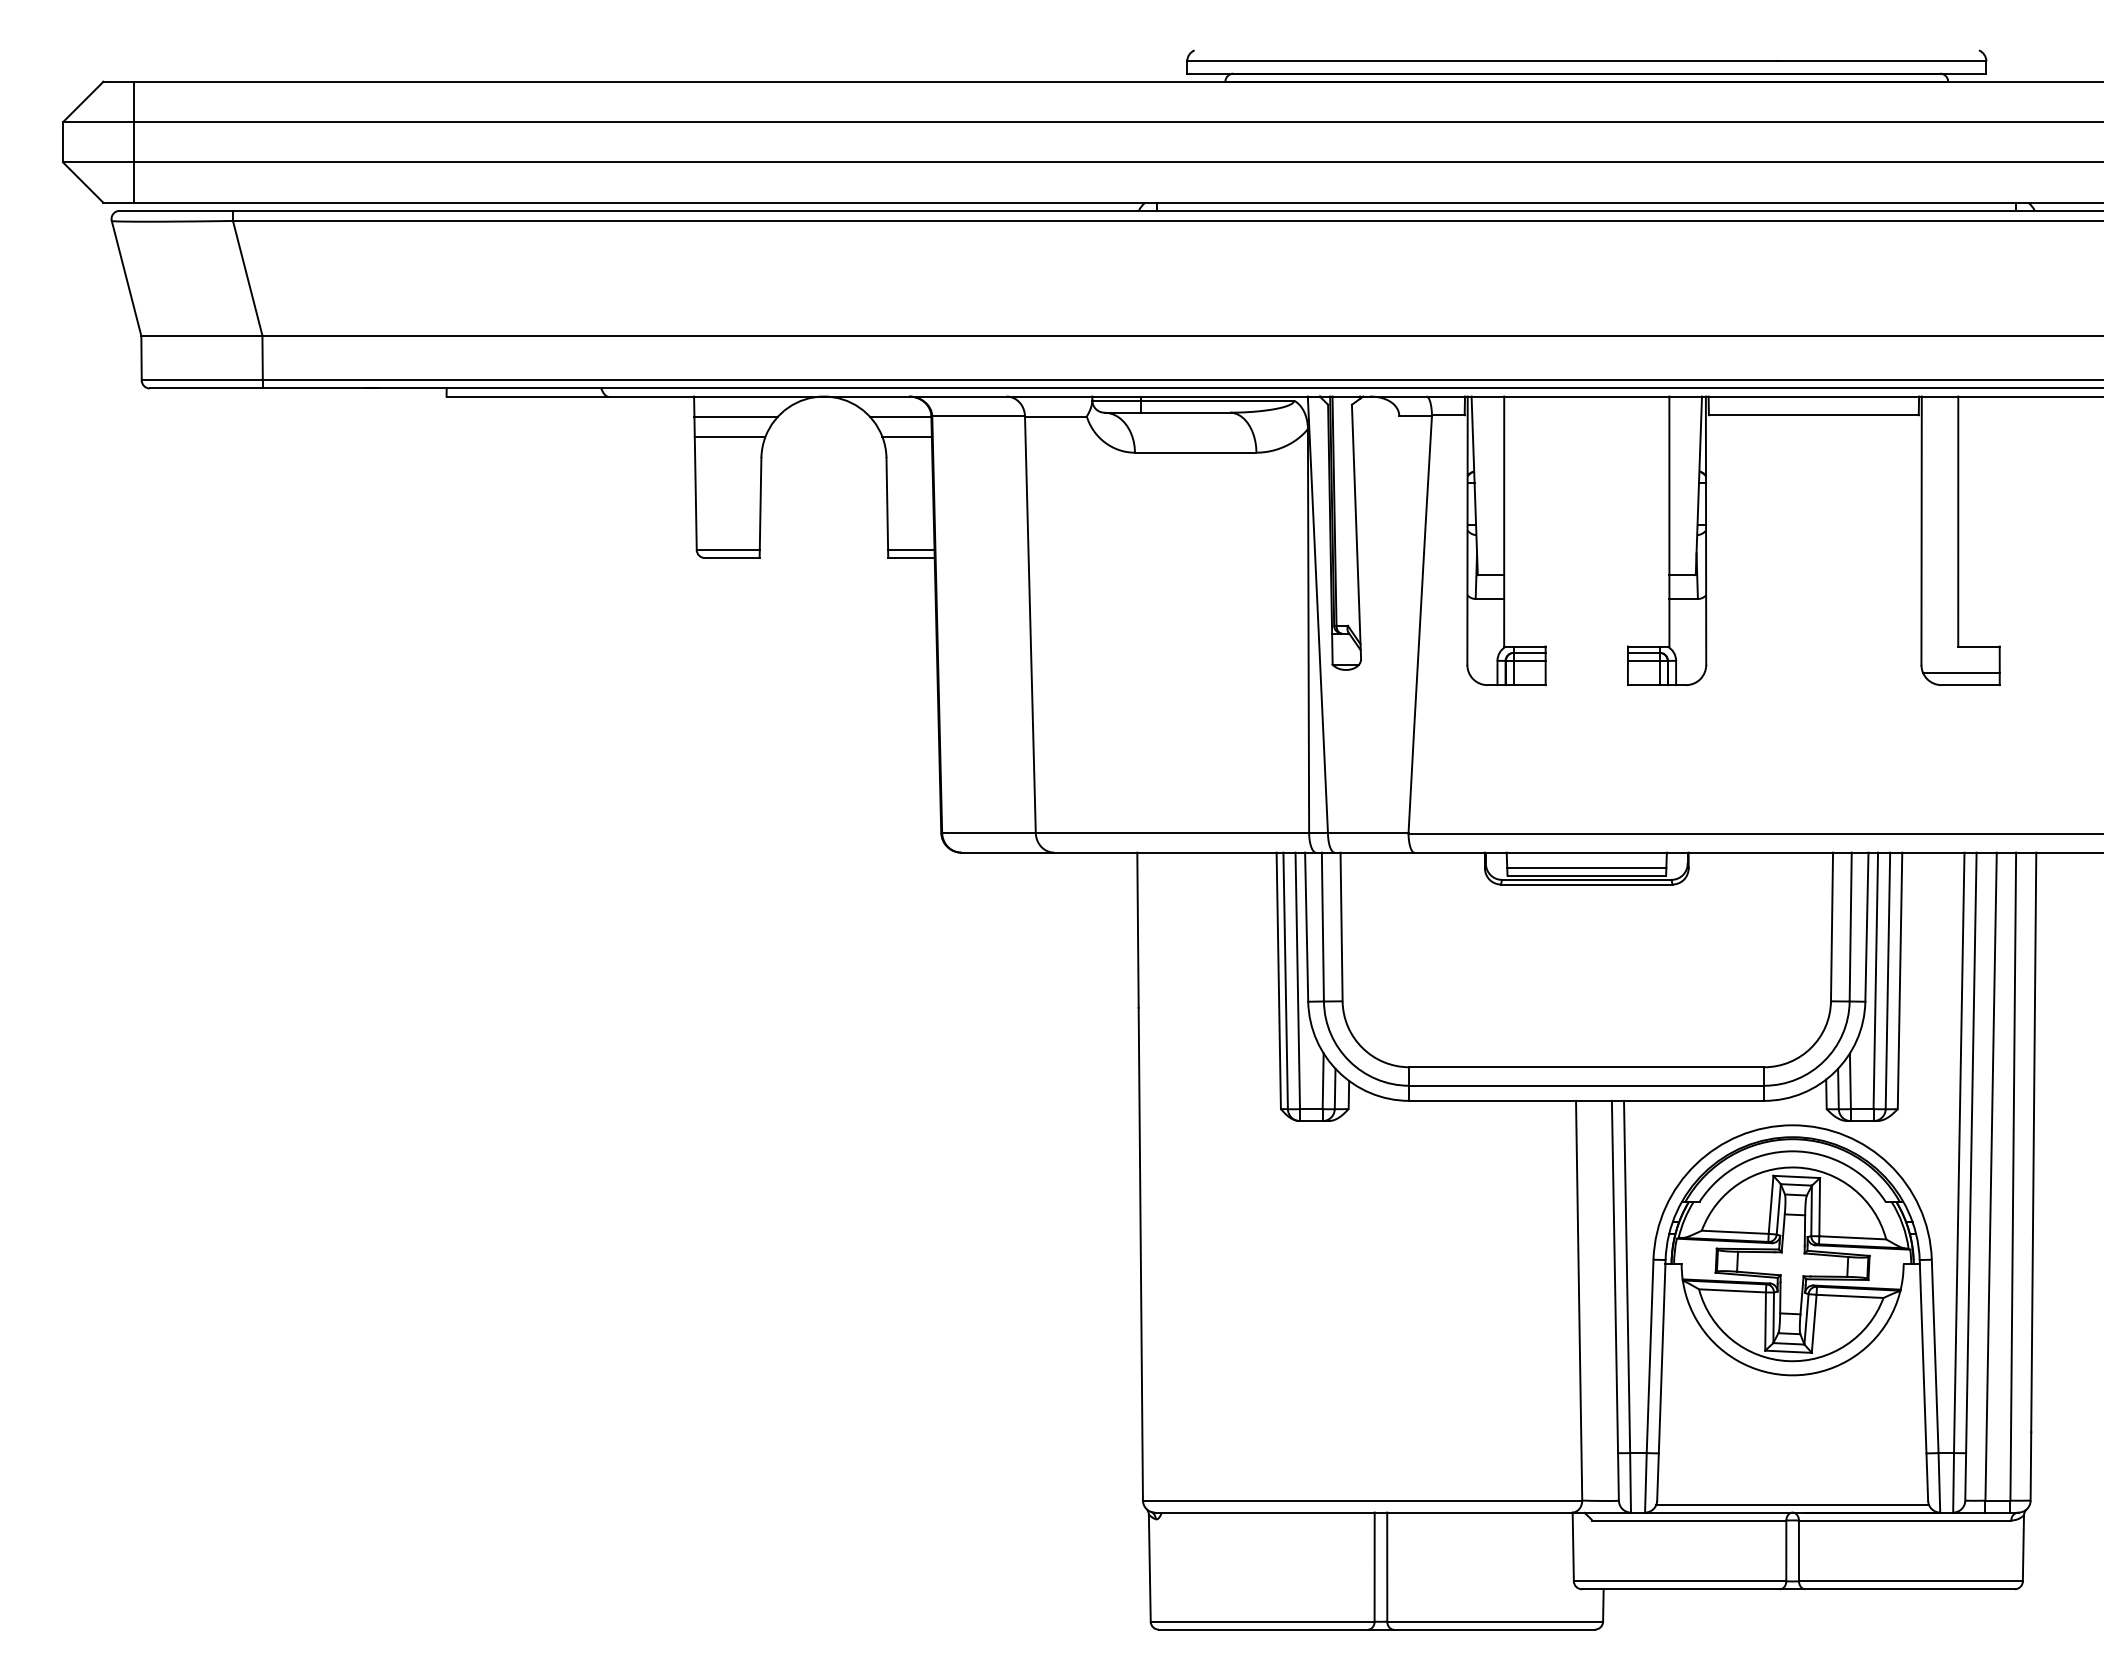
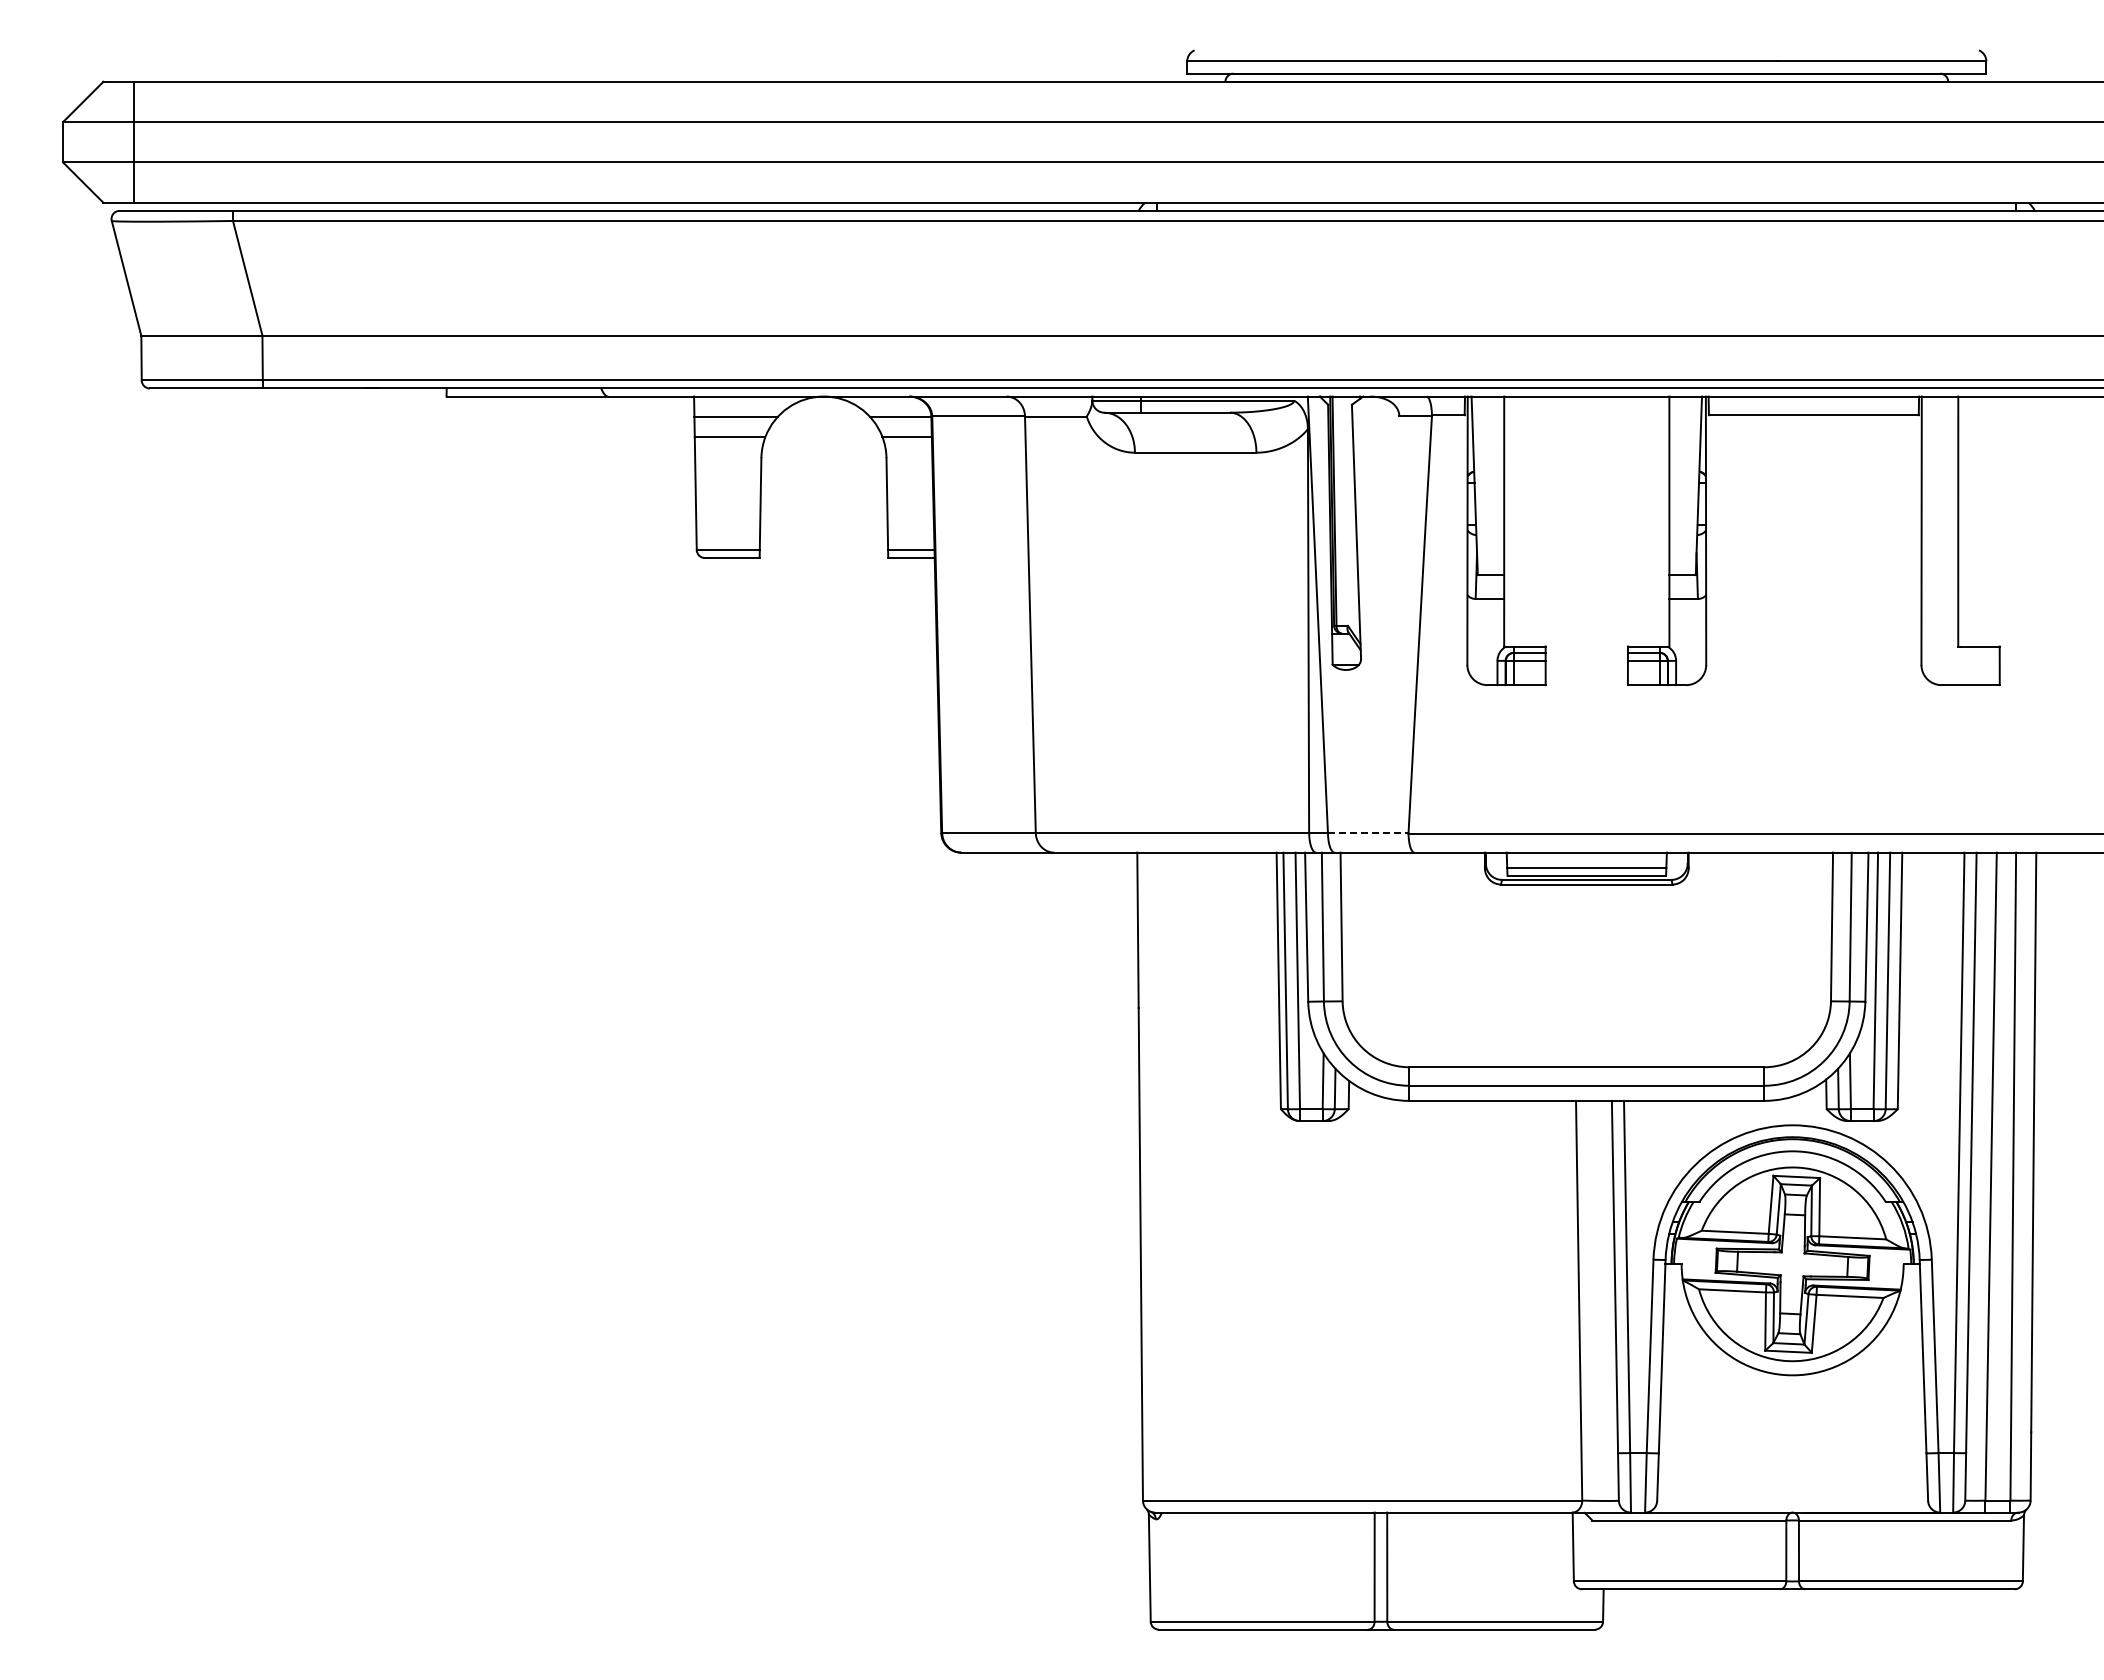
line at (1961, 673): present -> none
line at (1368, 833): solid -> dashed
line at (1792, 1504): present -> none
